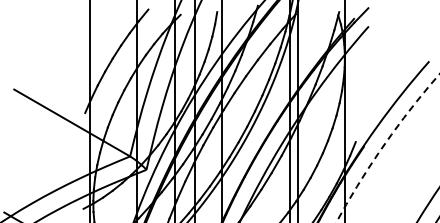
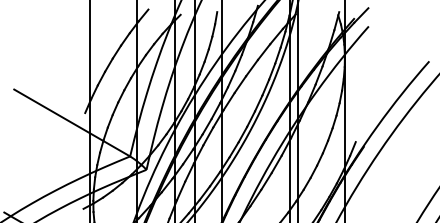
arc at (383, 146): dashed -> solid
